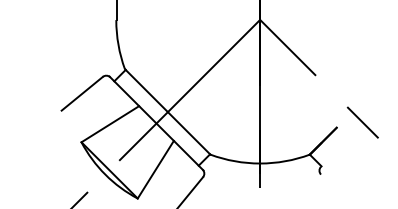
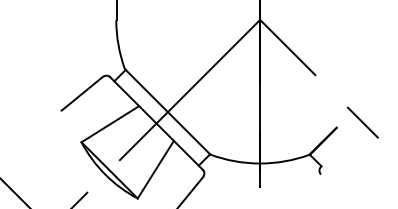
line at (14, 192): none -> present
